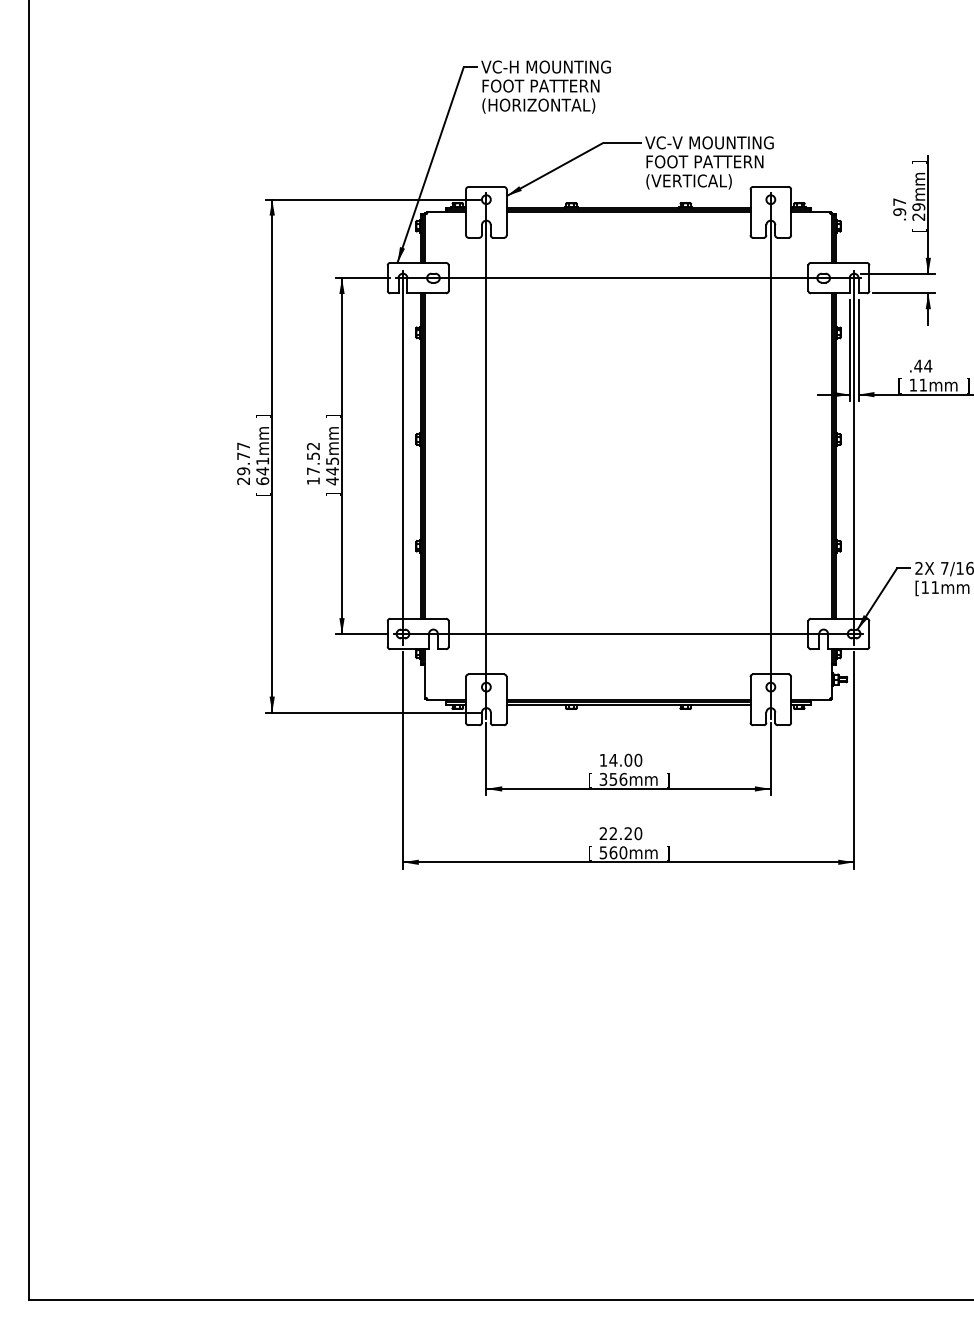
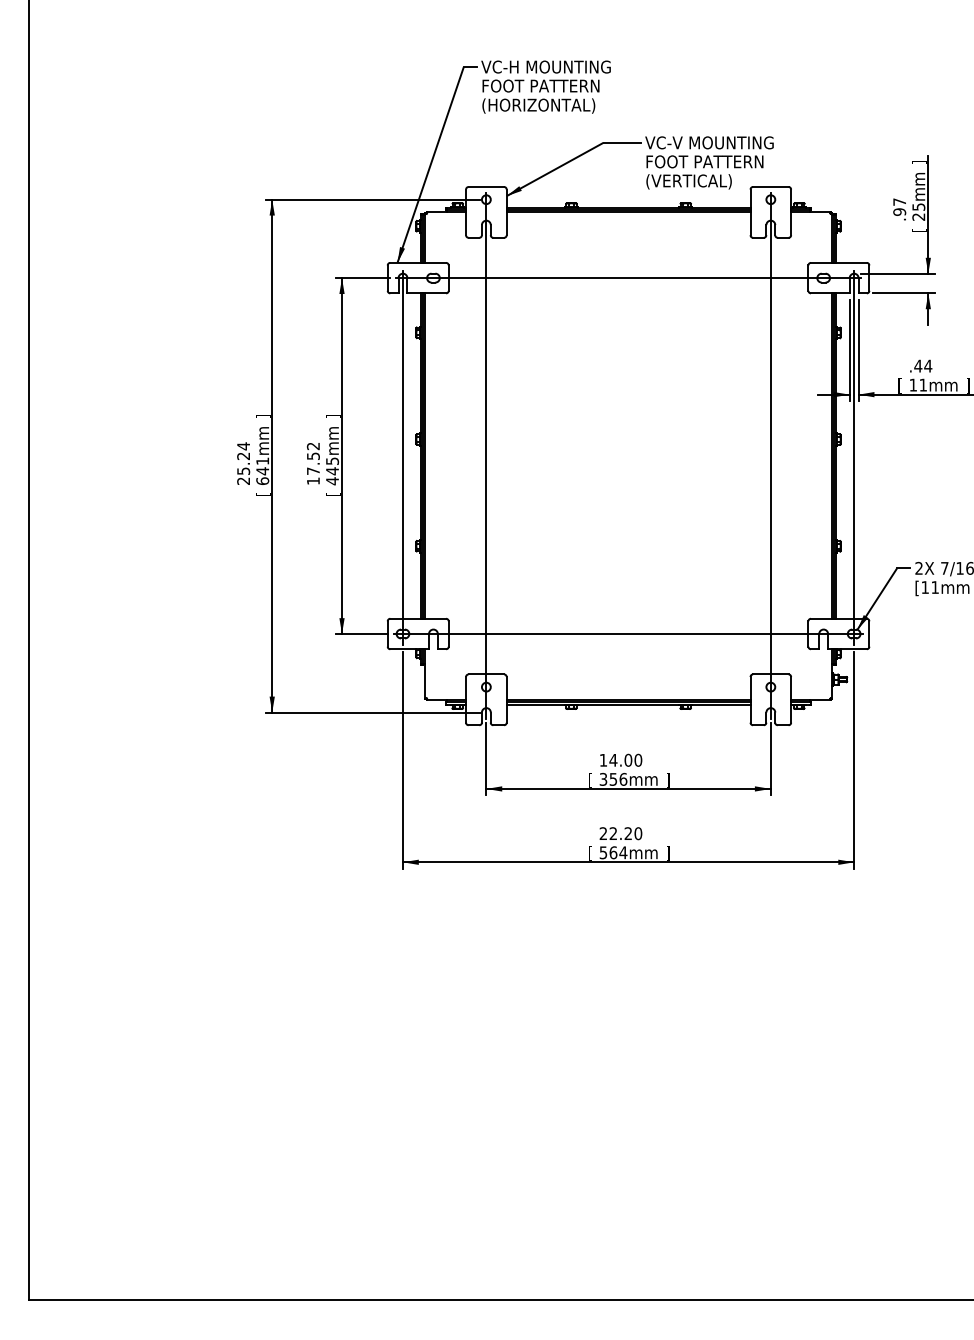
text at (918, 206): 29mm -> 25mm
text at (243, 458): 29.77 -> 25.24
text at (333, 494): ] -> [
text at (623, 852): 560mm -> 564mm
